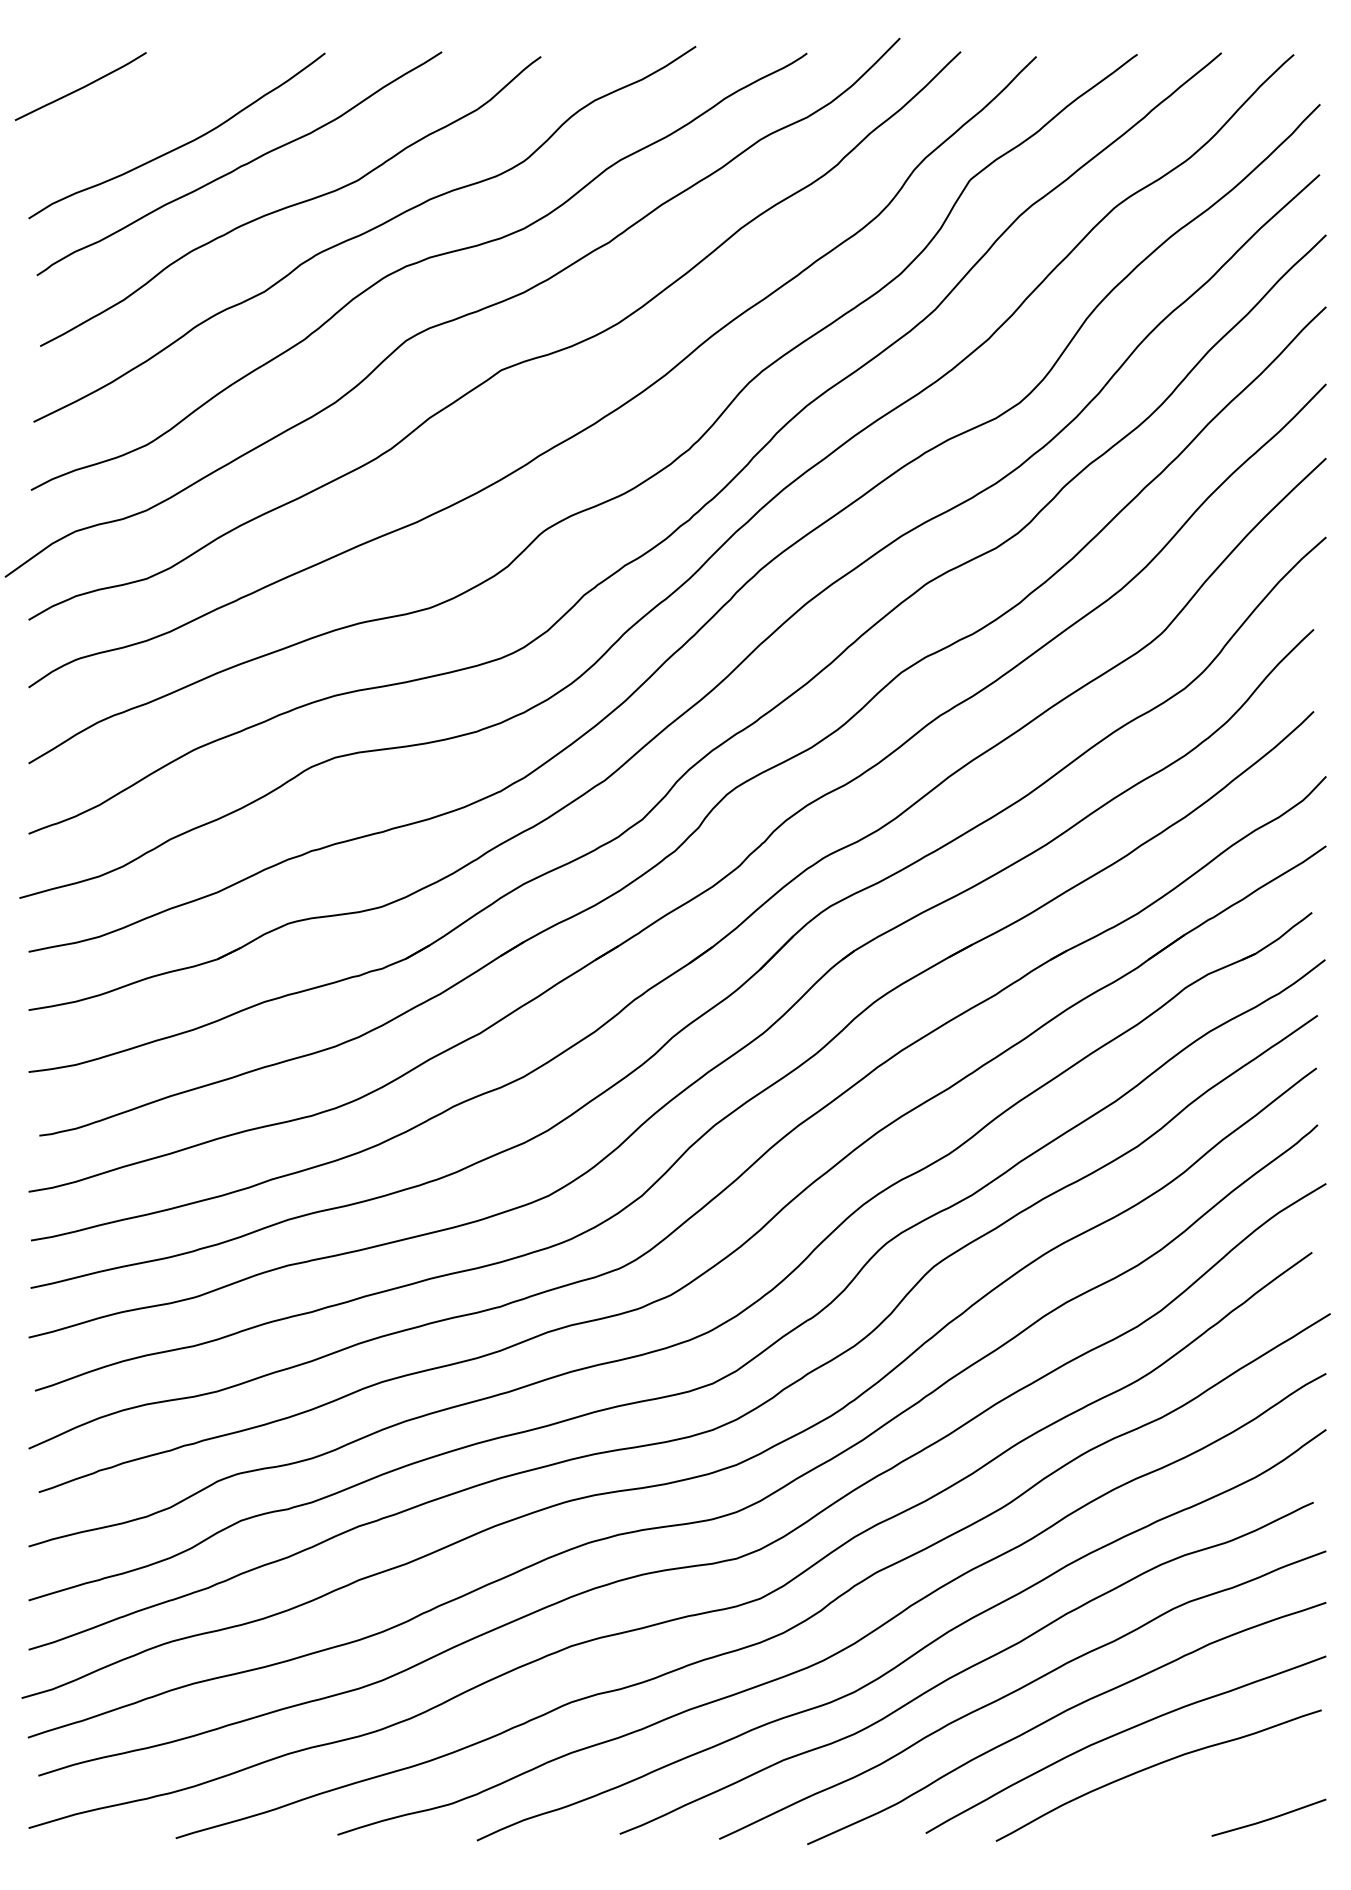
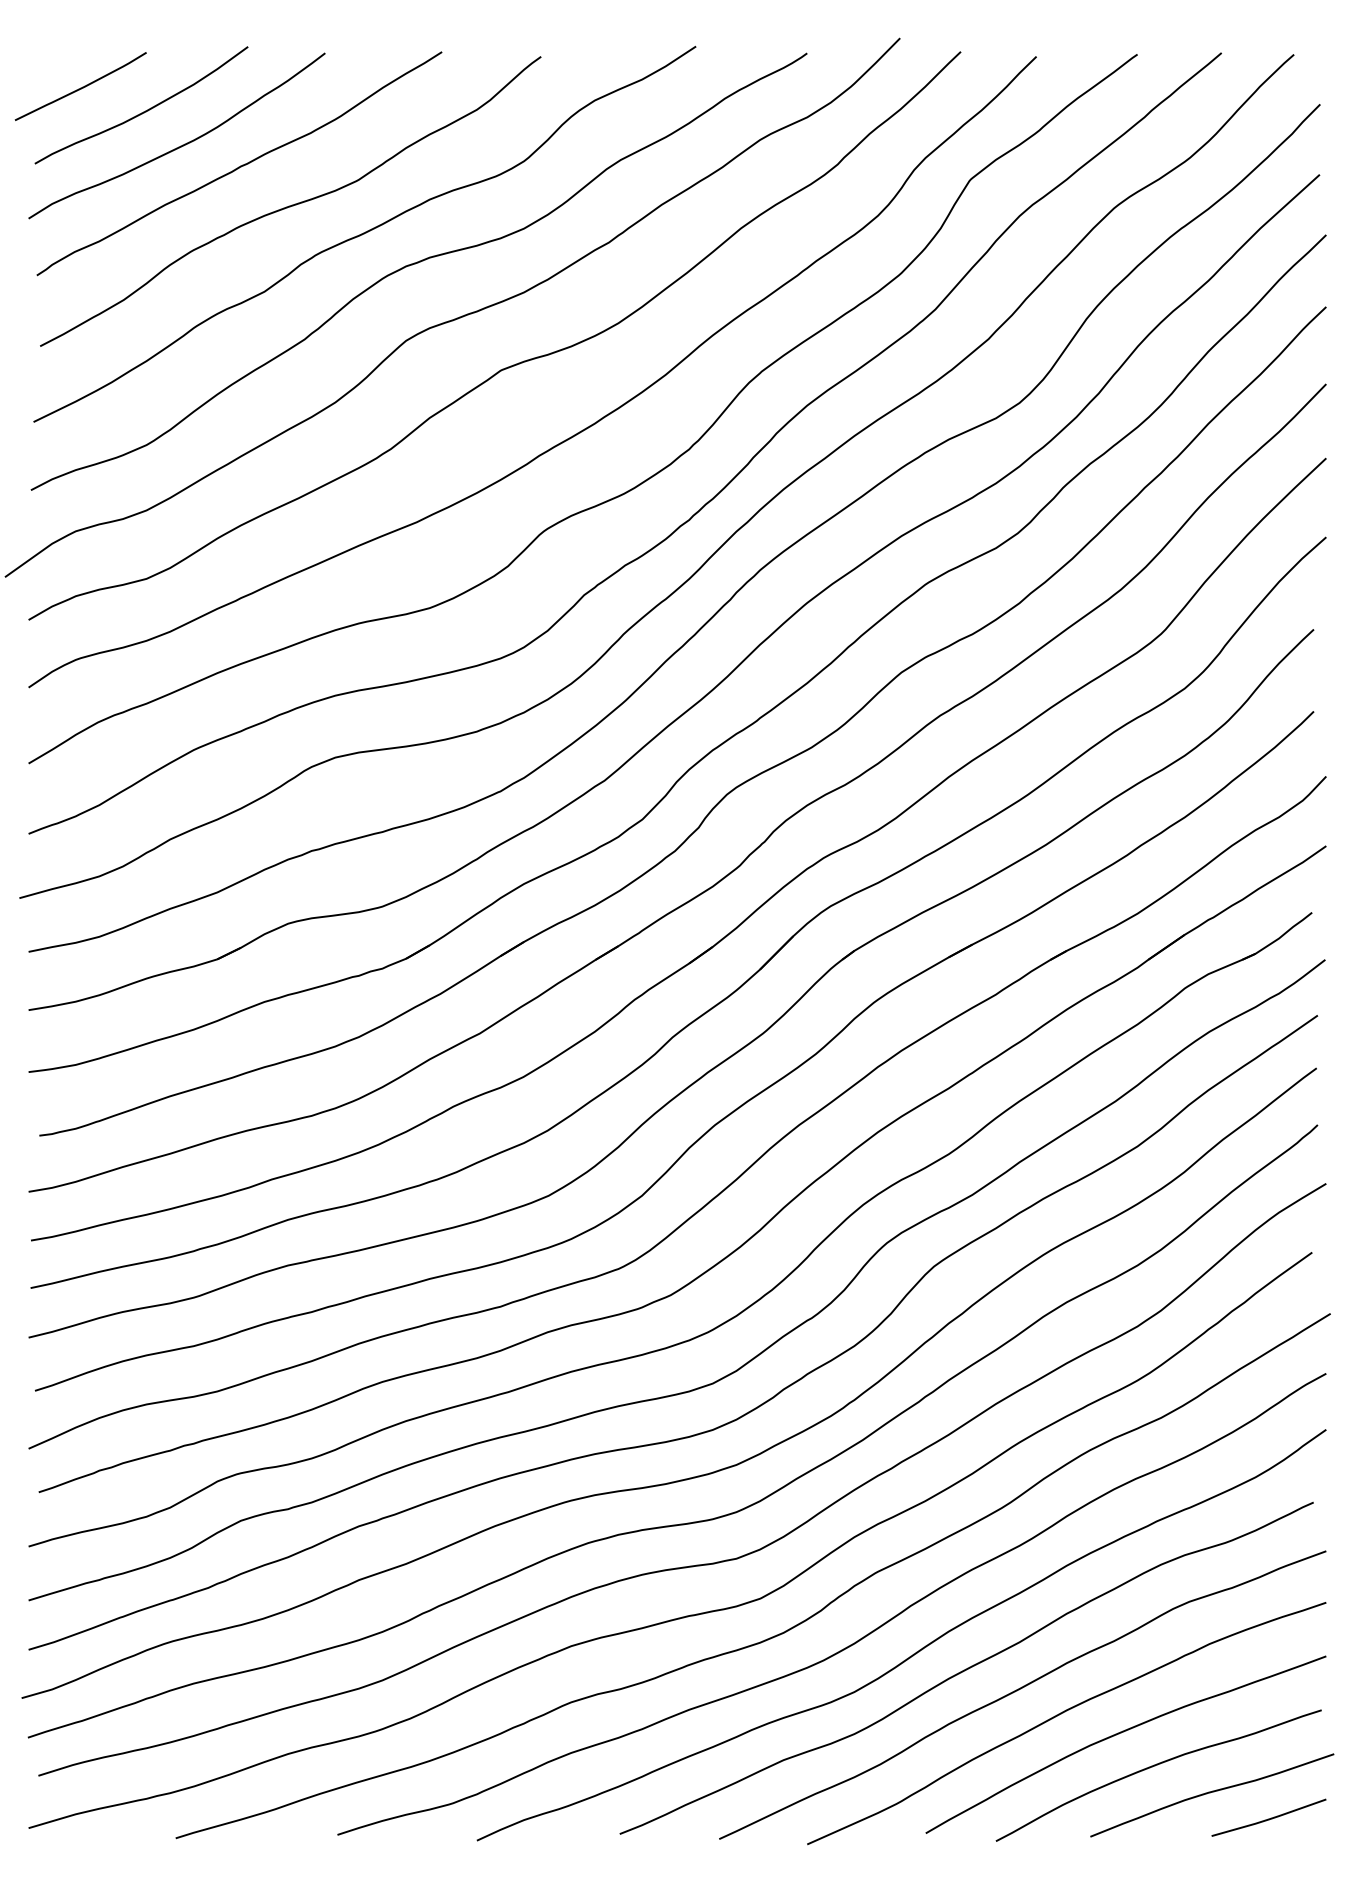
curve at (143, 111): none -> present
curve at (1210, 1793): none -> present
